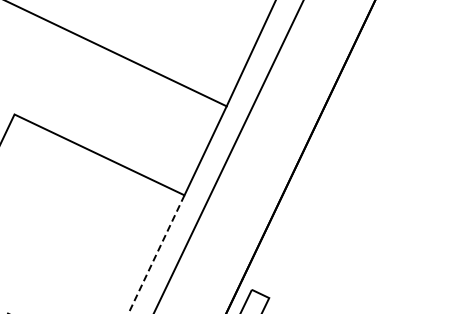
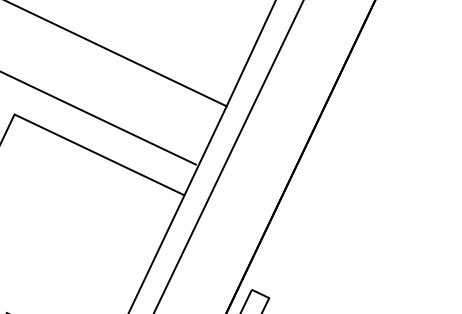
line at (98, 118): none -> present
line at (155, 256): dashed -> solid
